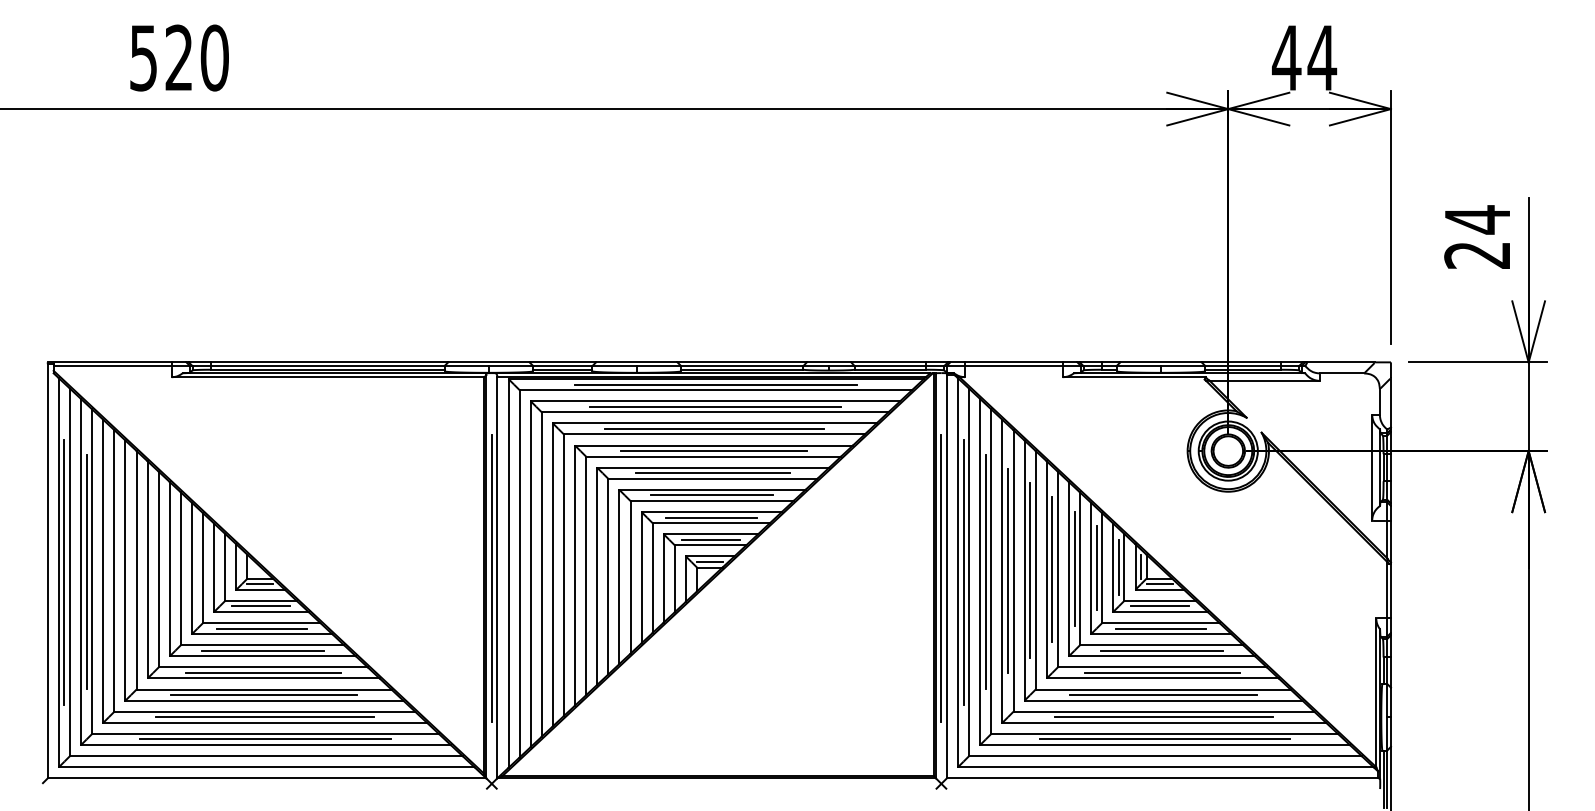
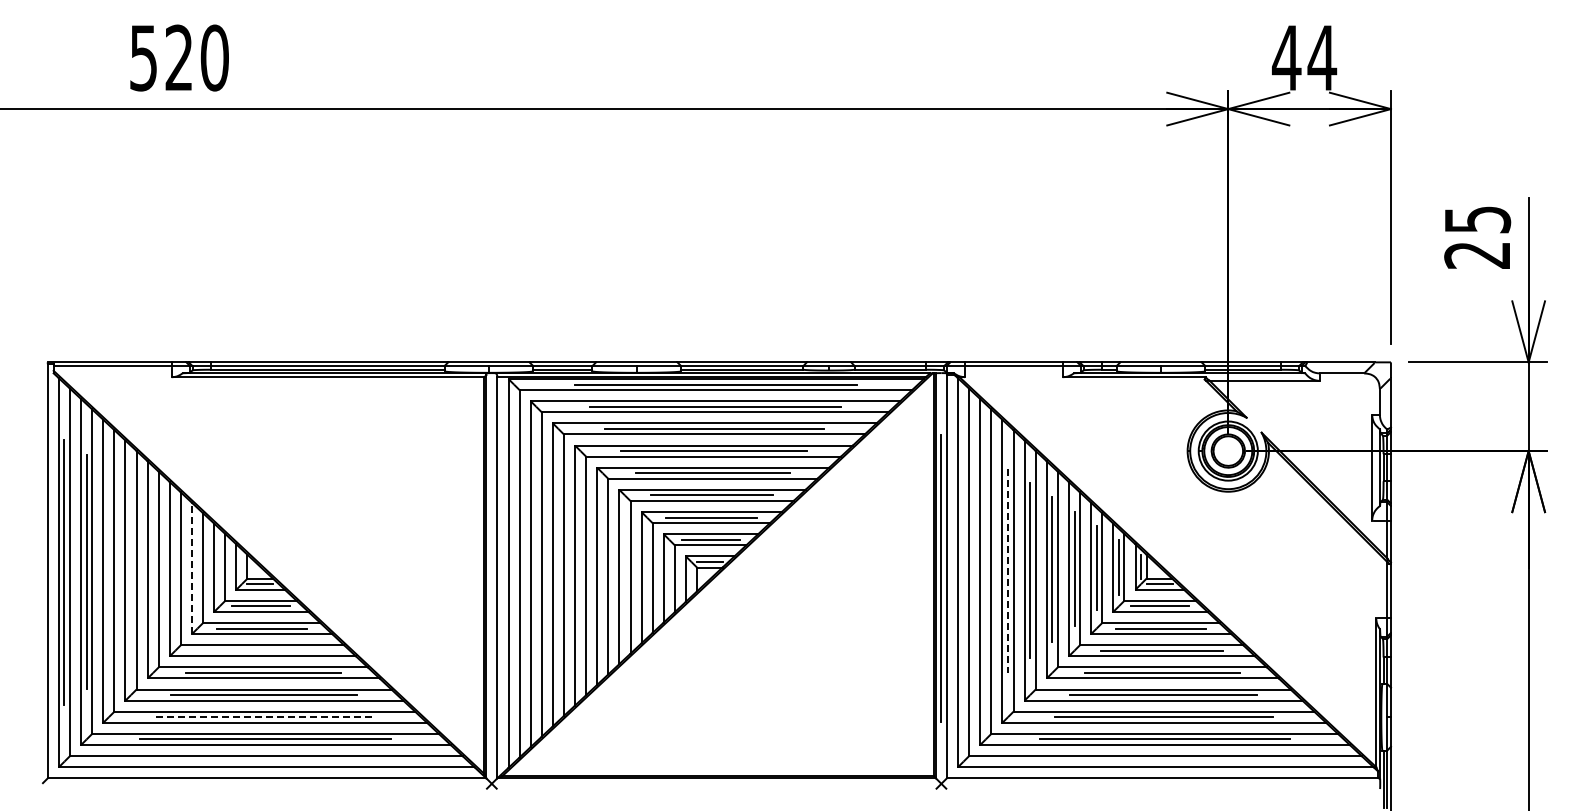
text at (1478, 219): 24 -> 25
line at (192, 568): solid -> dashed
line at (985, 571): present -> none
line at (1007, 571): solid -> dashed
line at (963, 572): present -> none
line at (491, 578): present -> none
line at (262, 650): present -> none
line at (265, 717): solid -> dashed
